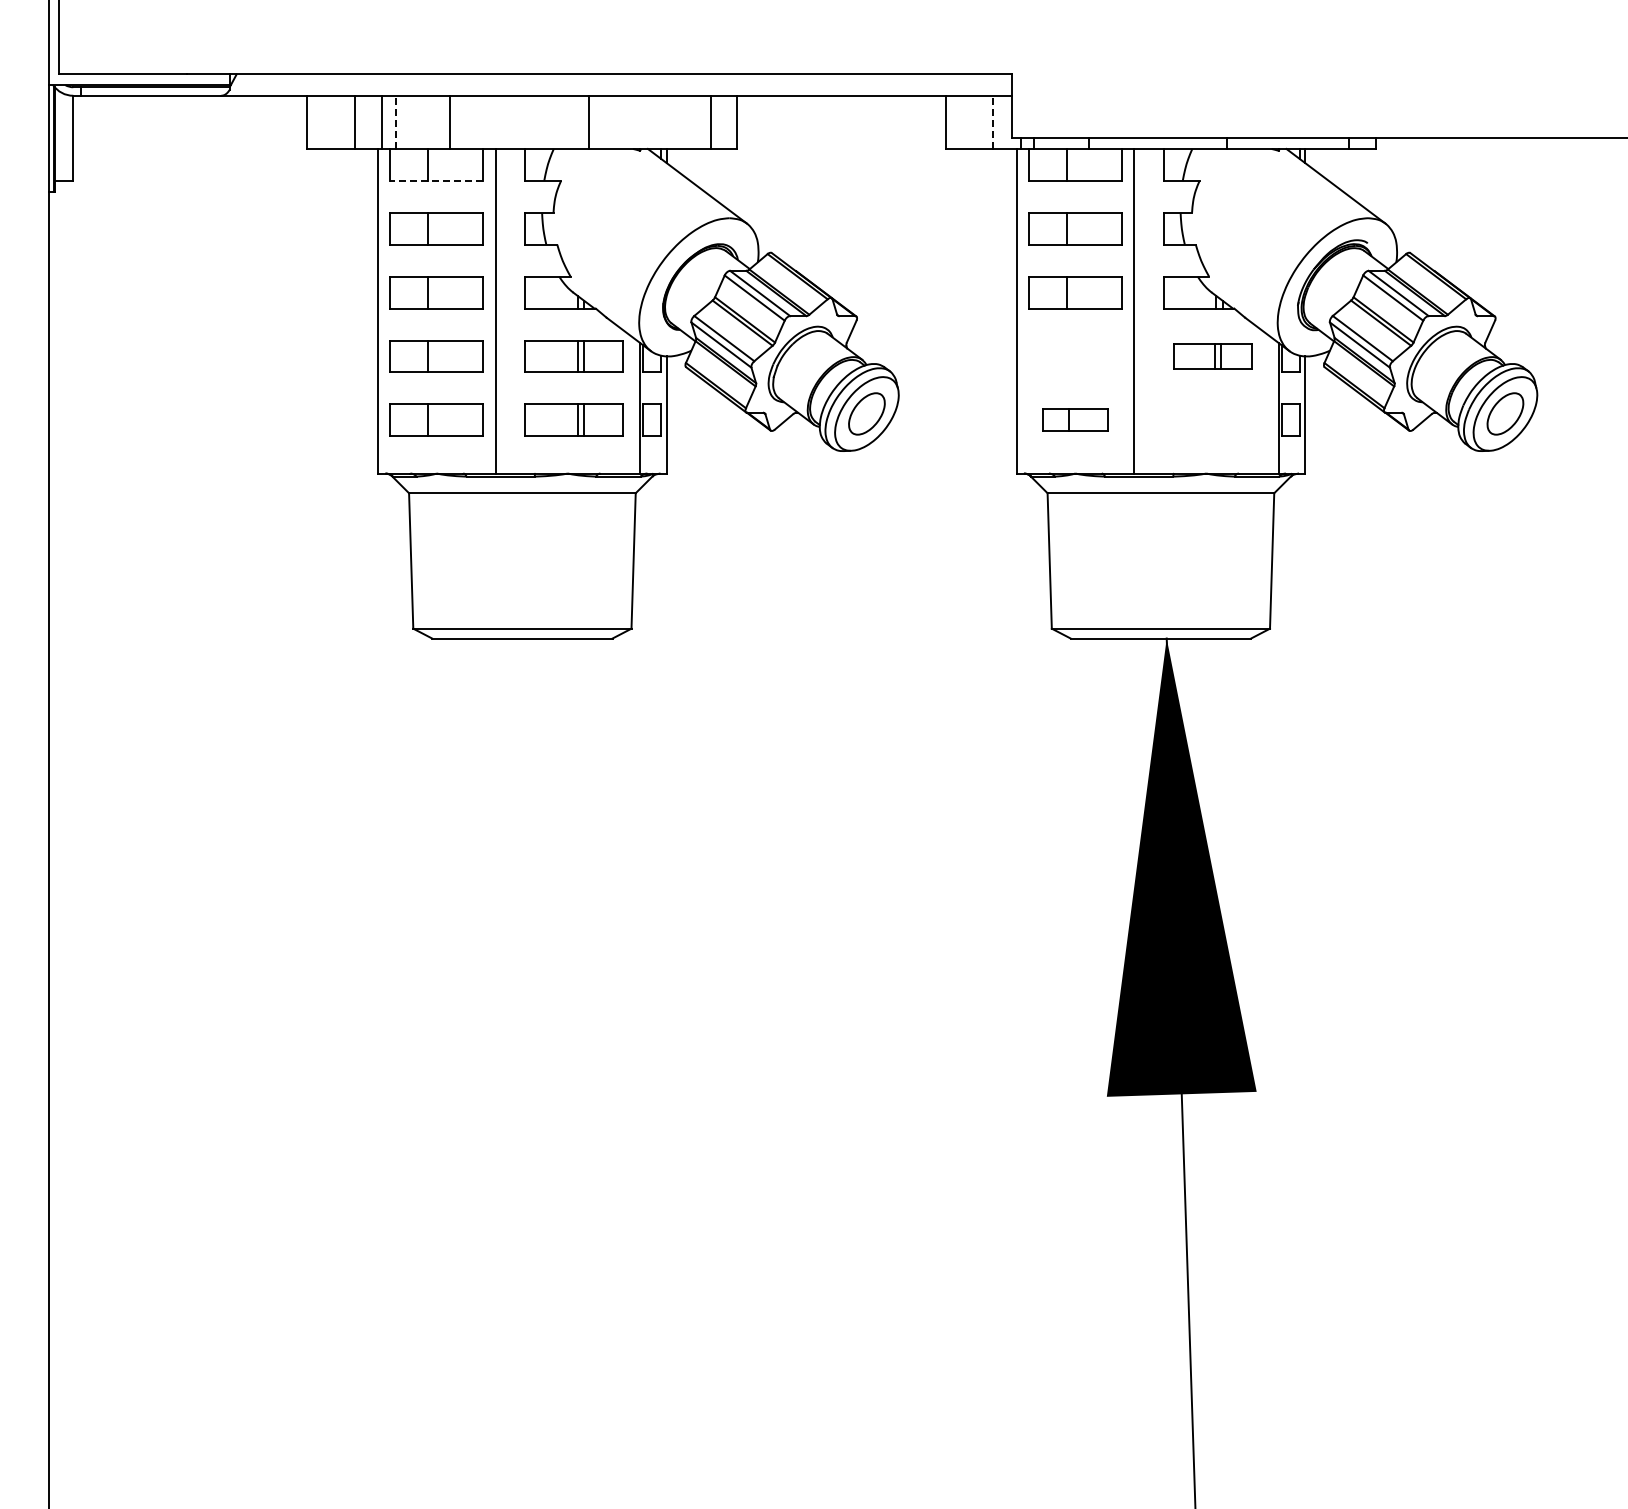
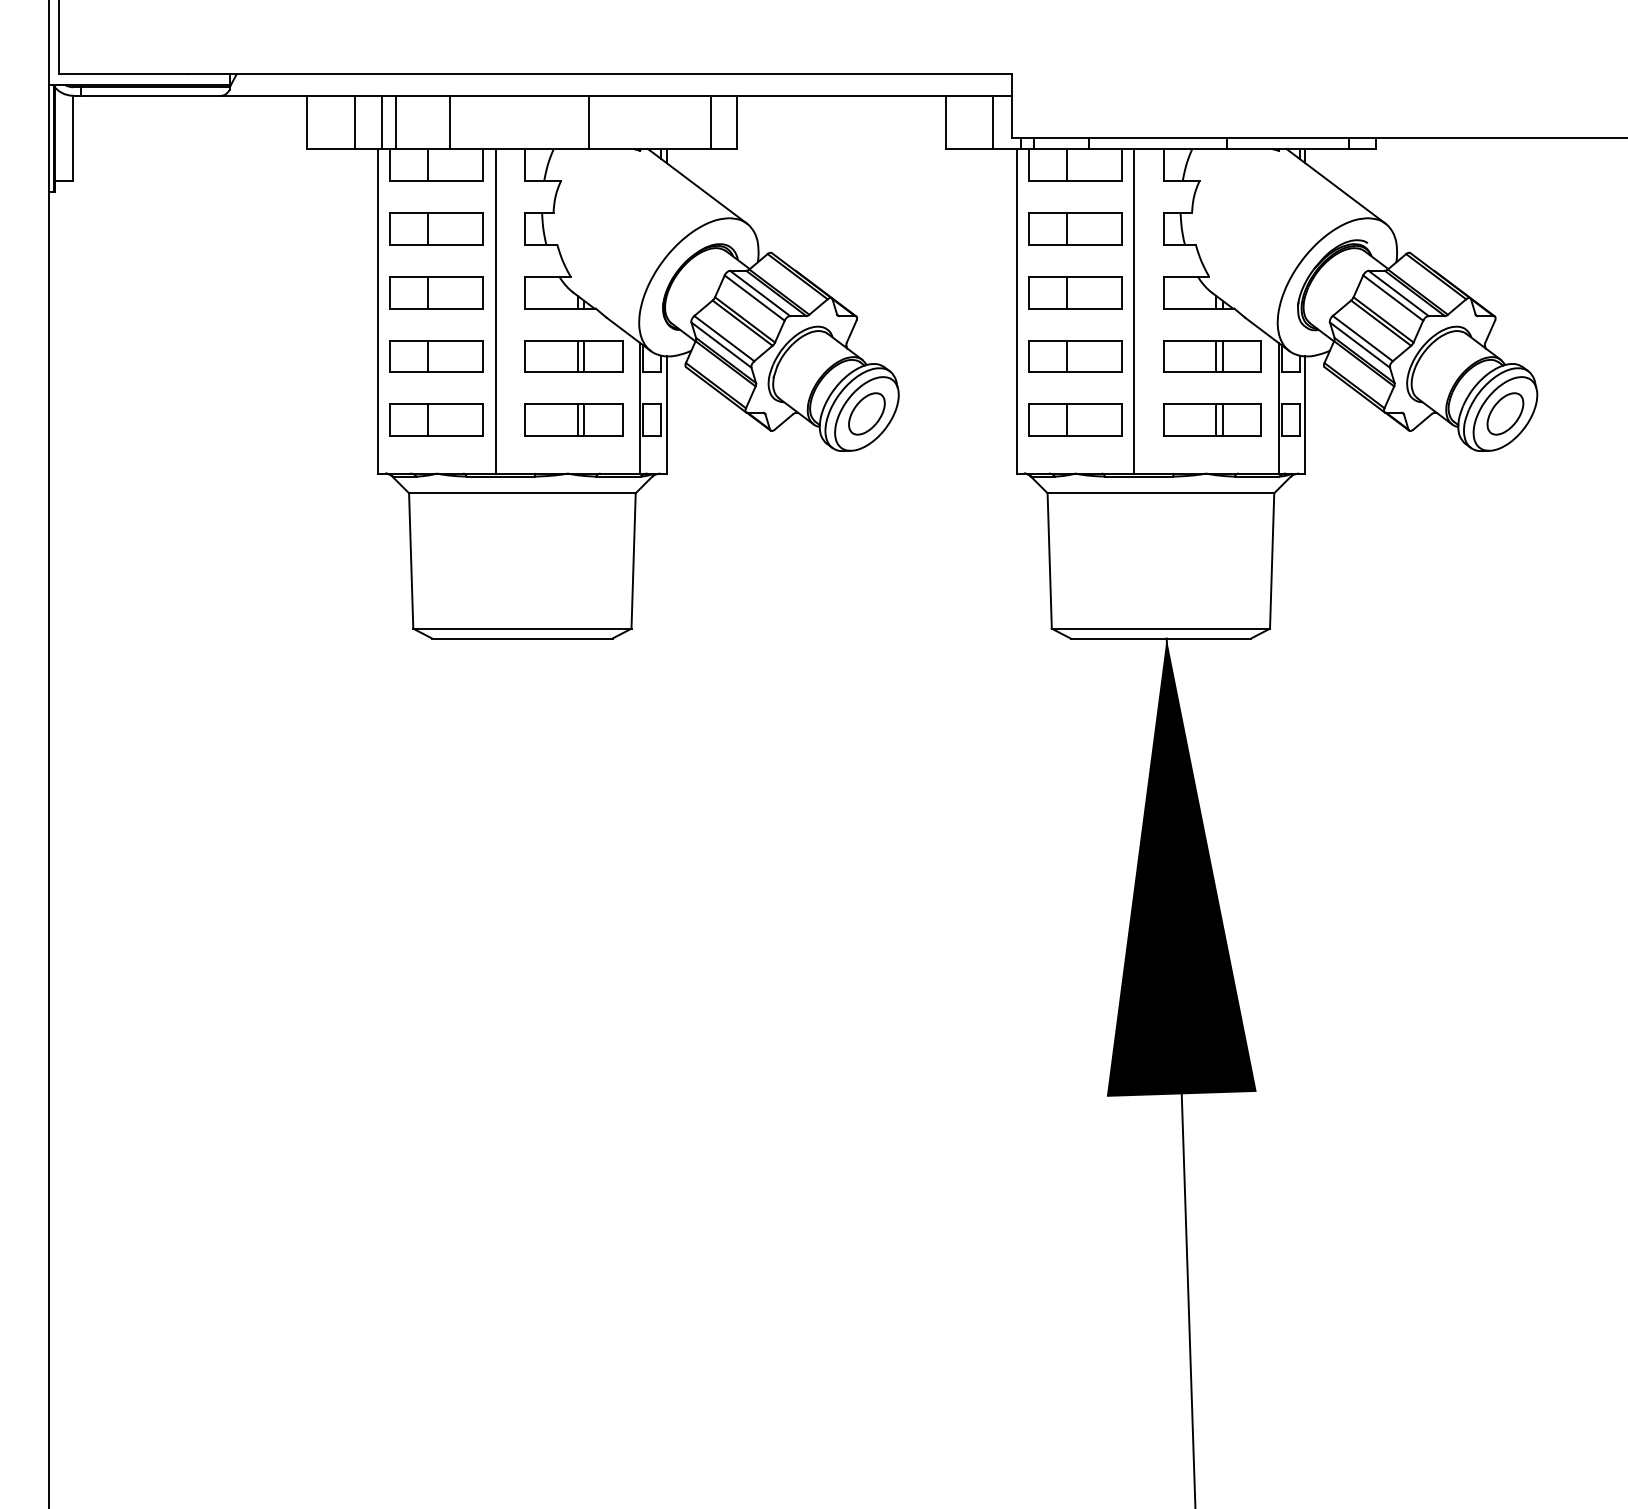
line at (395, 122): dashed -> solid
line at (993, 122): dashed -> solid
line at (436, 180): dashed -> solid
part at (1075, 356): none -> present
part at (1212, 356) size: 80x27 px -> 99x33 px
part at (1075, 419) size: 67x24 px -> 95x34 px
part at (1212, 419): none -> present
